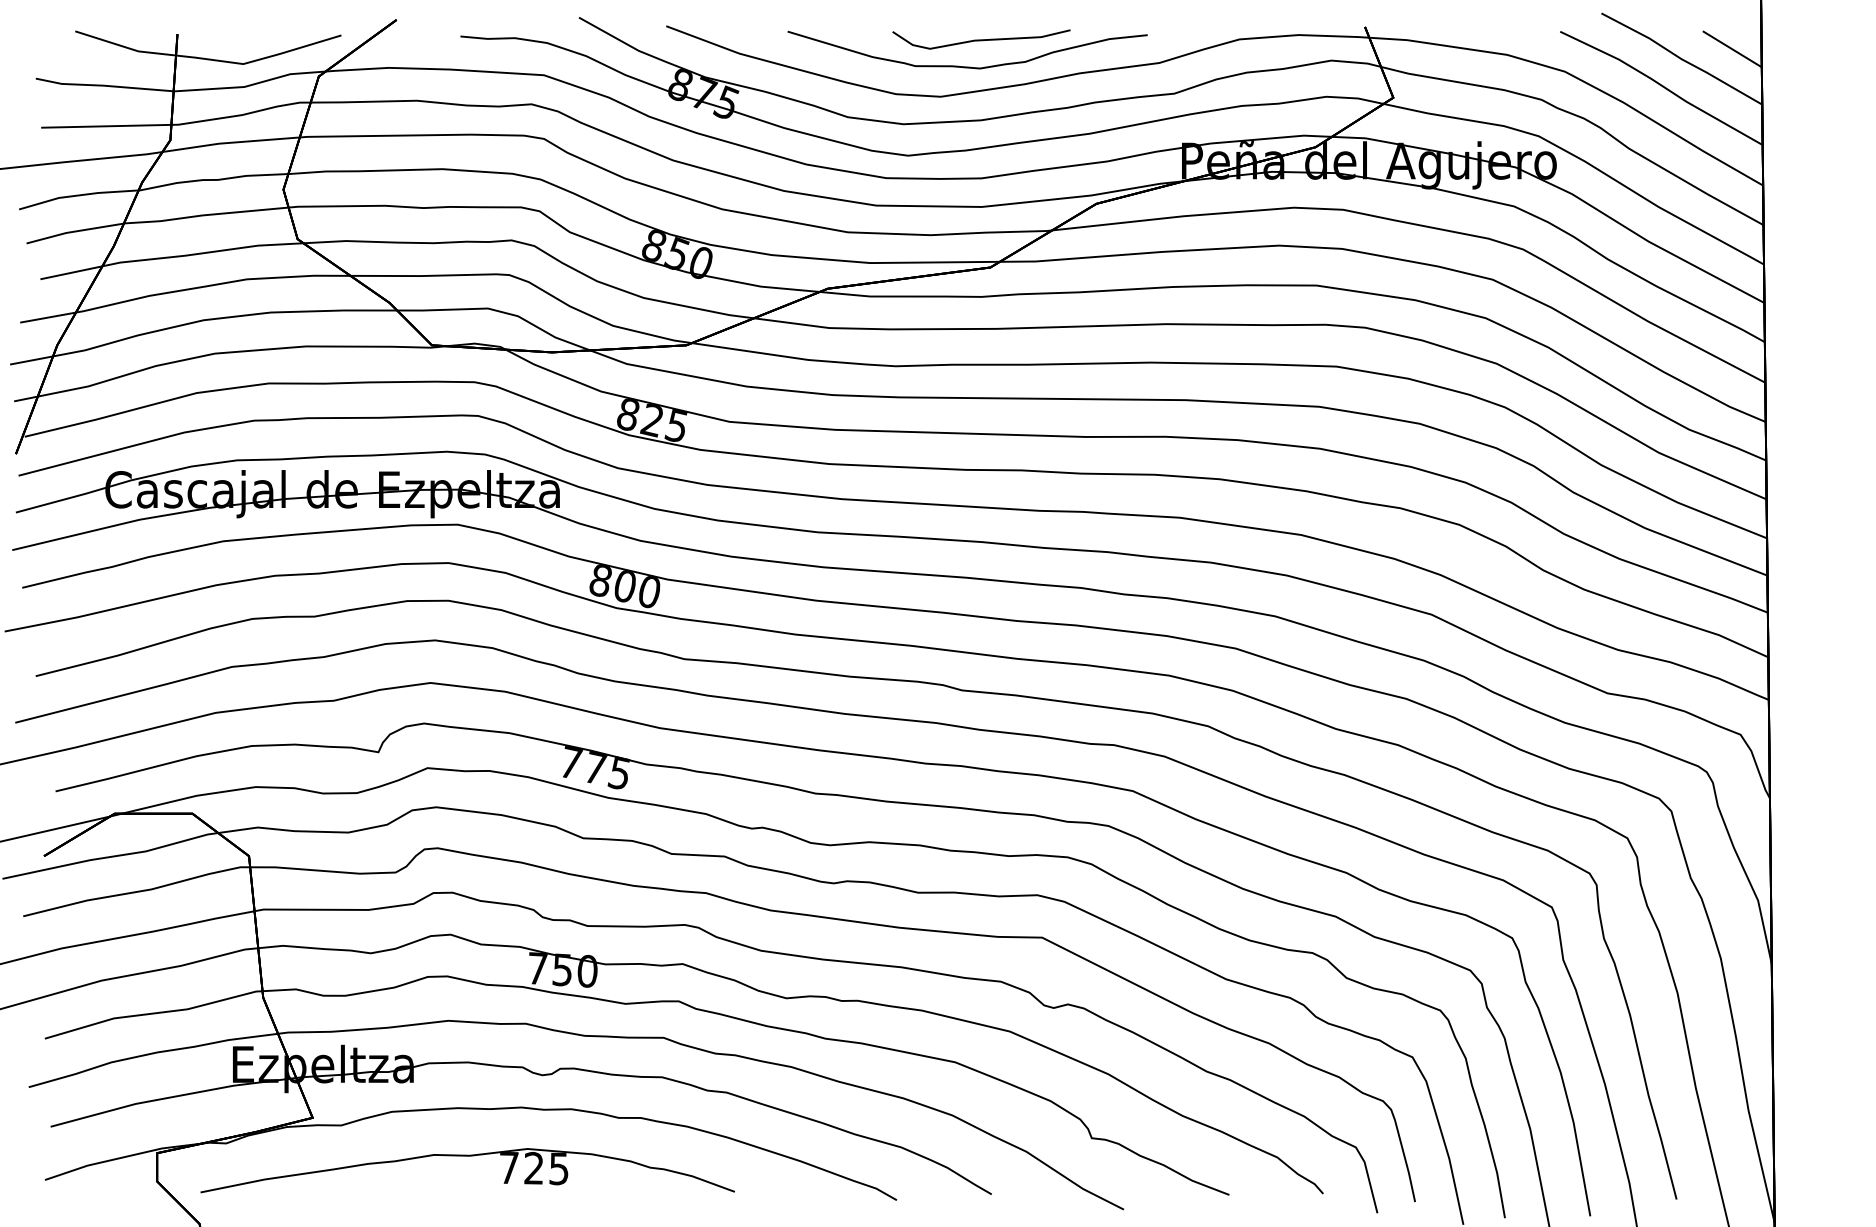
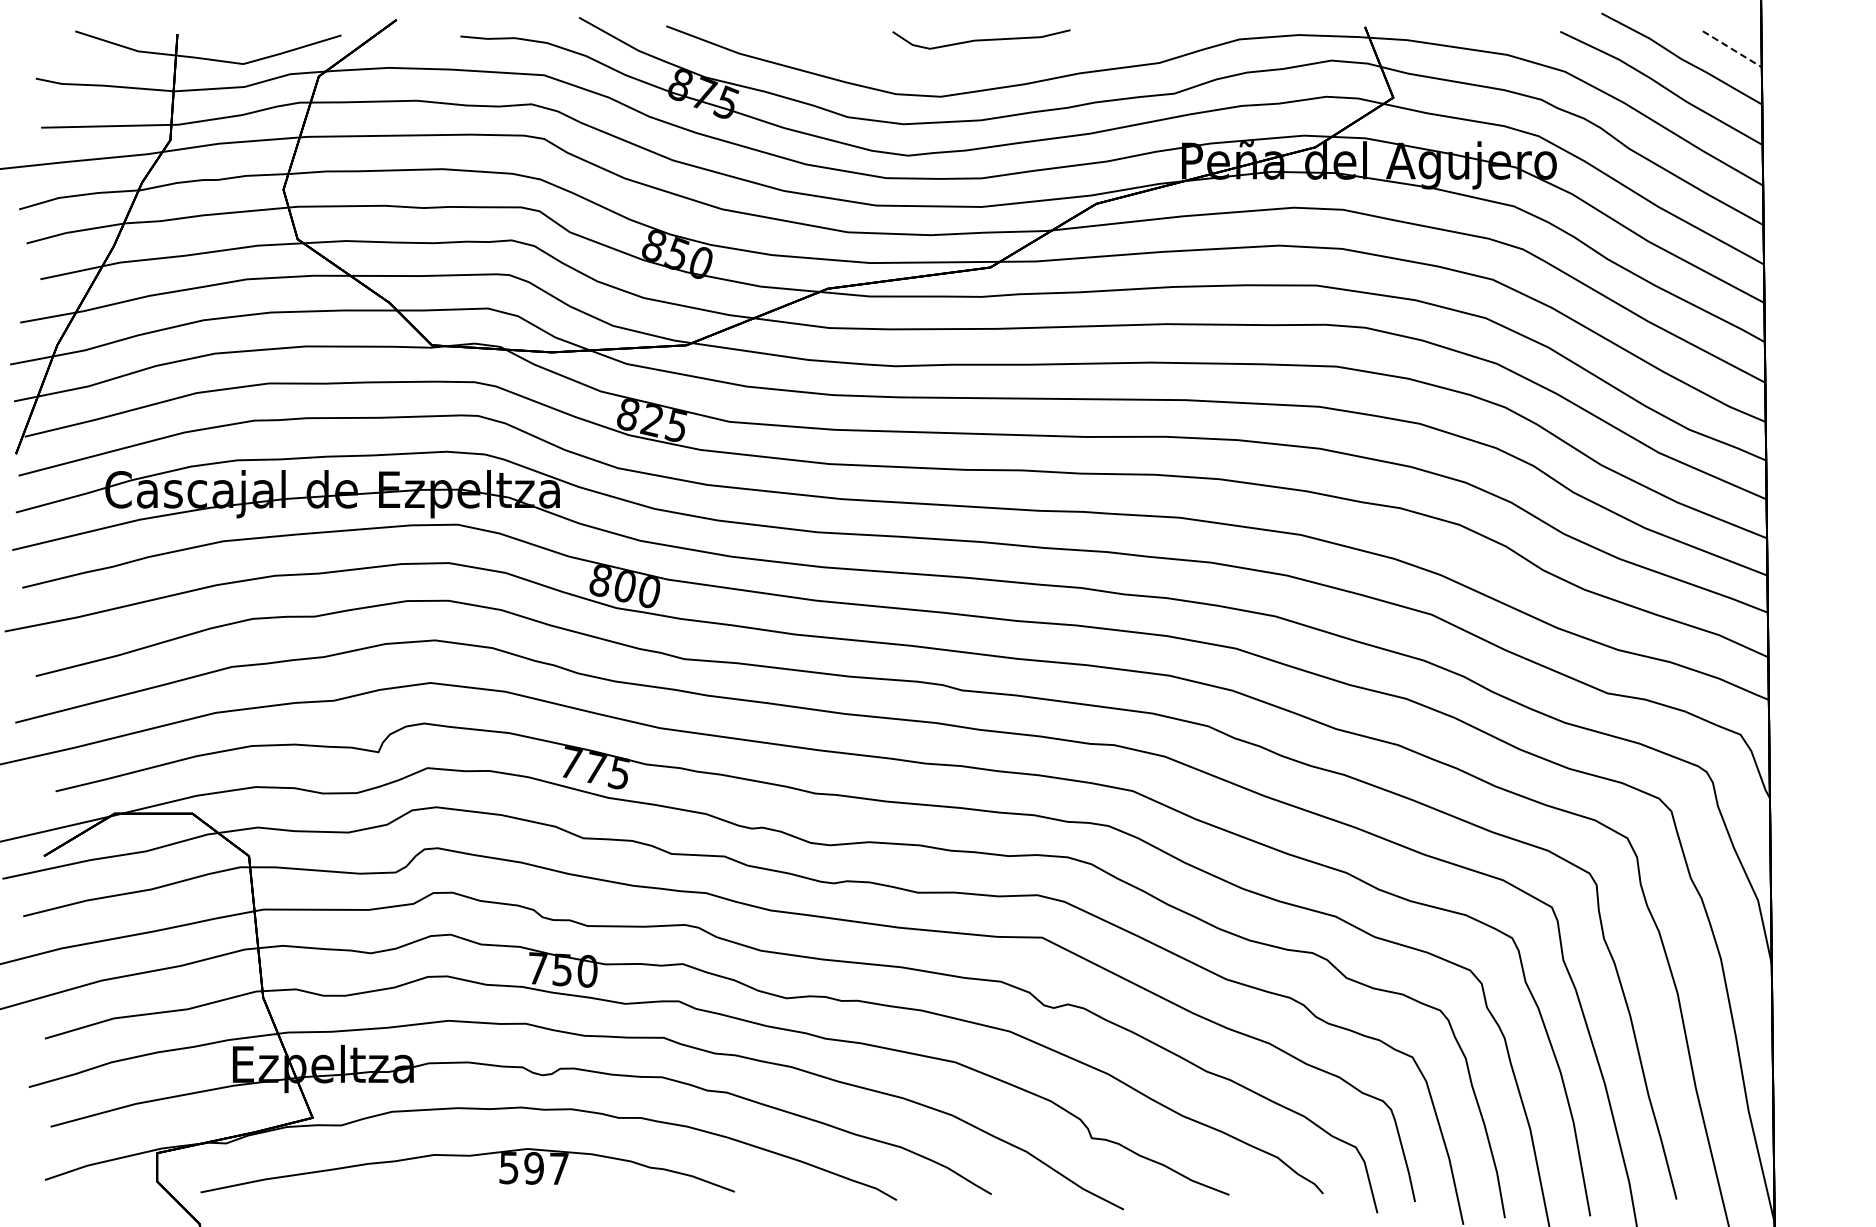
line at (1732, 49): solid -> dashed
curve at (967, 66): present -> none
text at (533, 1168): 725 -> 597
